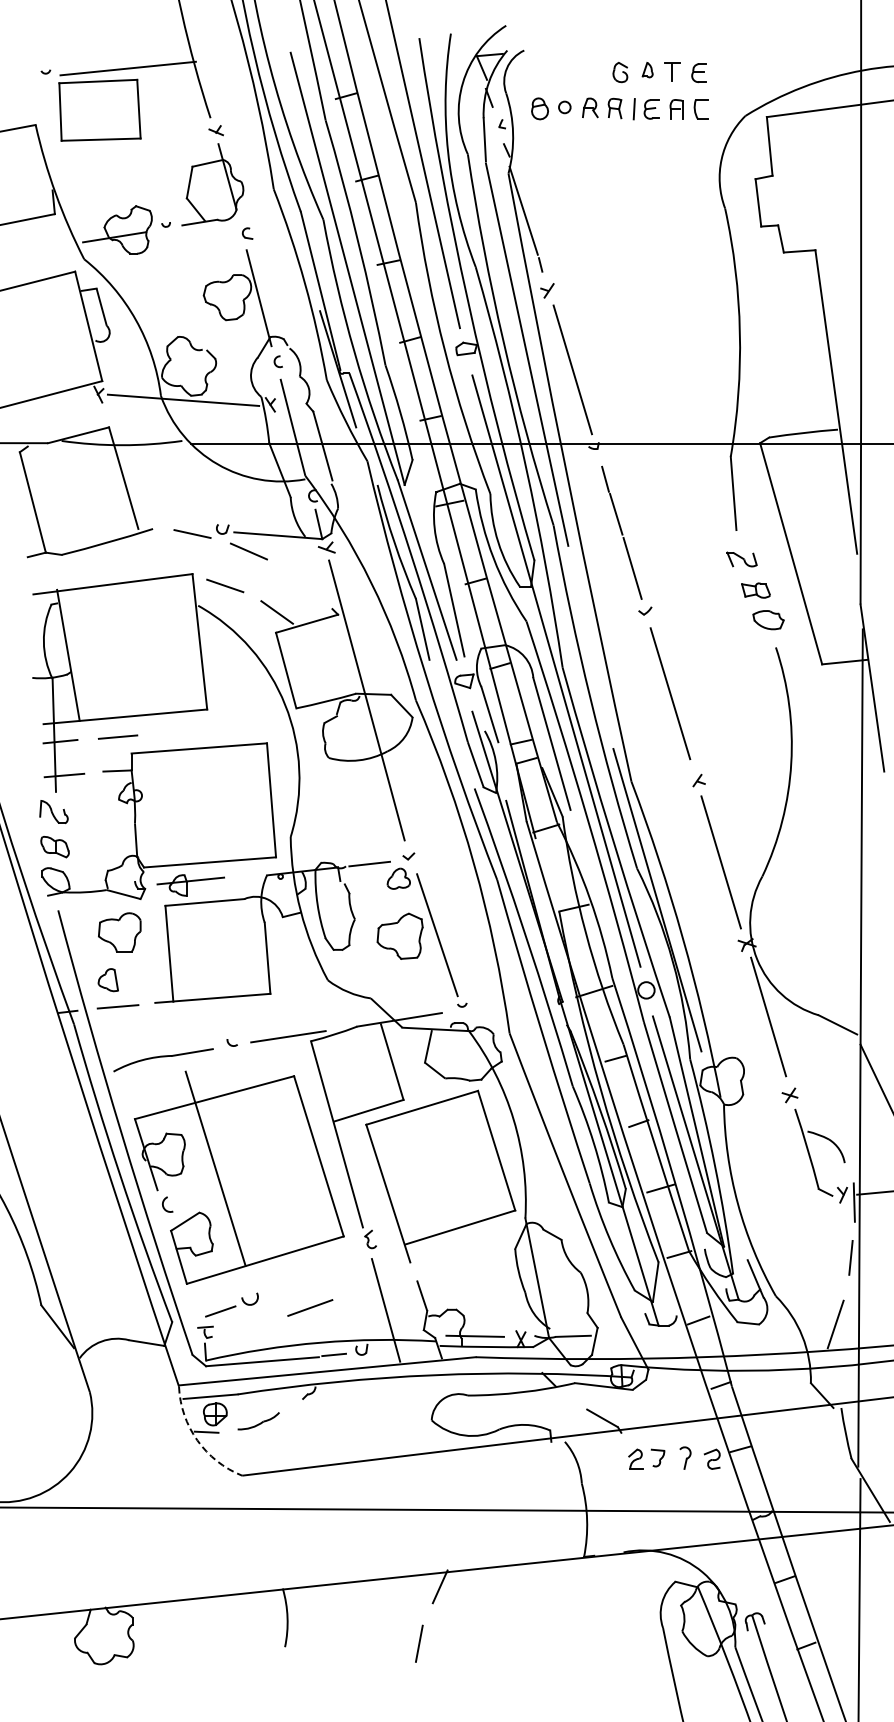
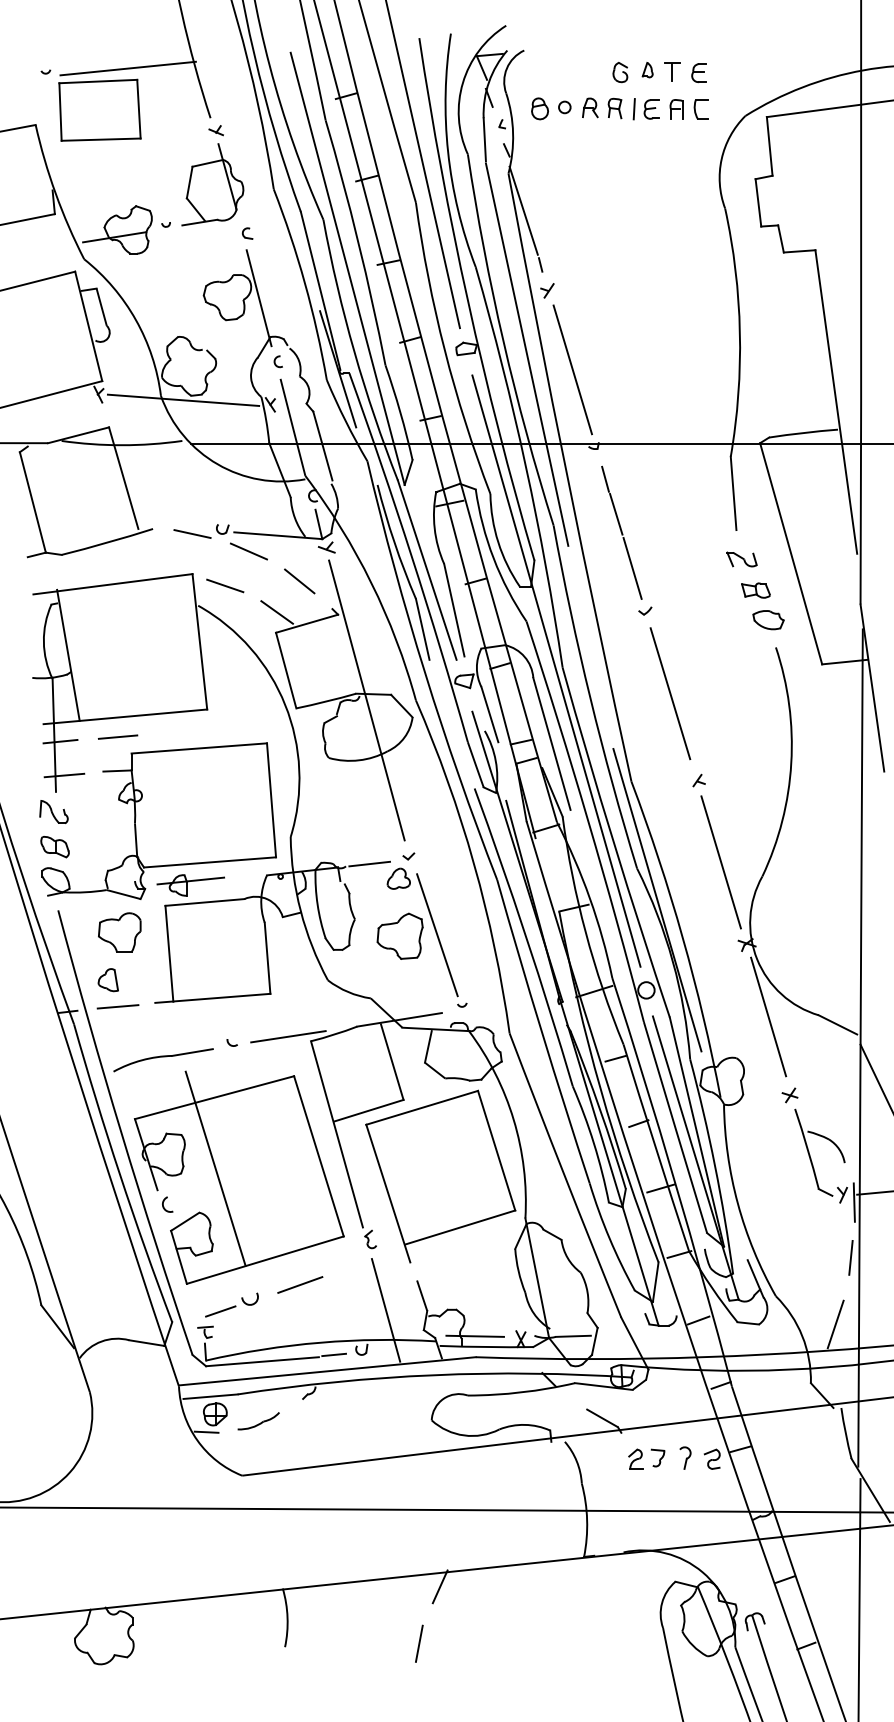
line at (299, 581): none -> present
line at (310, 1307) position: (310, 1307) -> (300, 1284)
arc at (197, 1440): dashed -> solid
